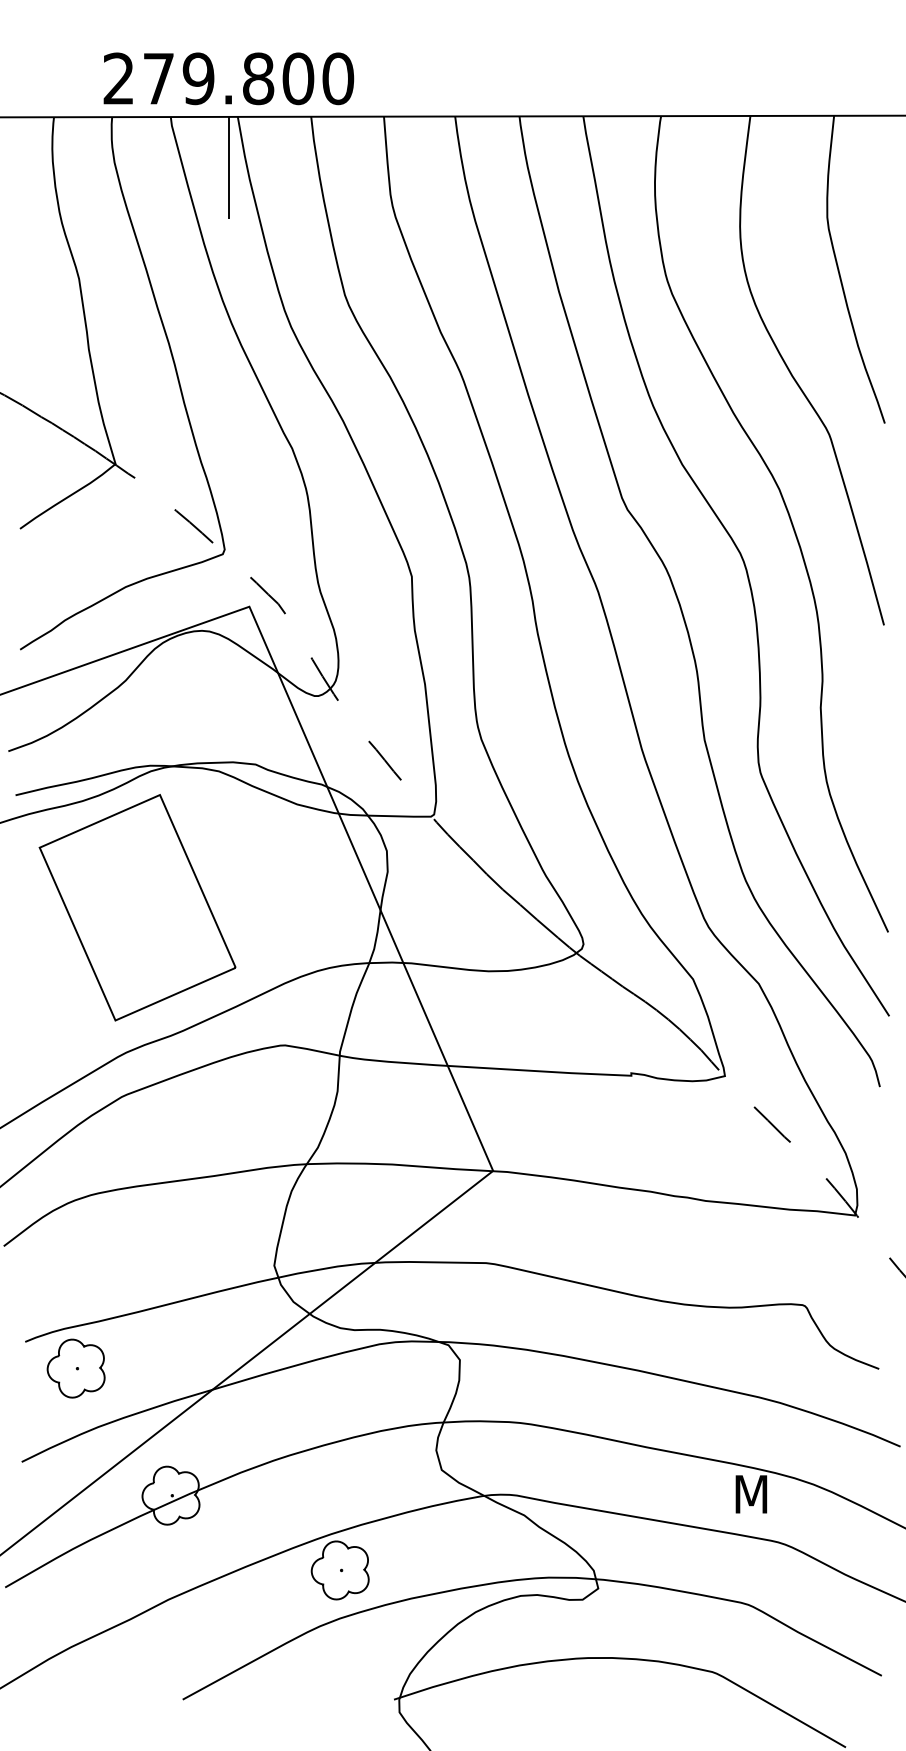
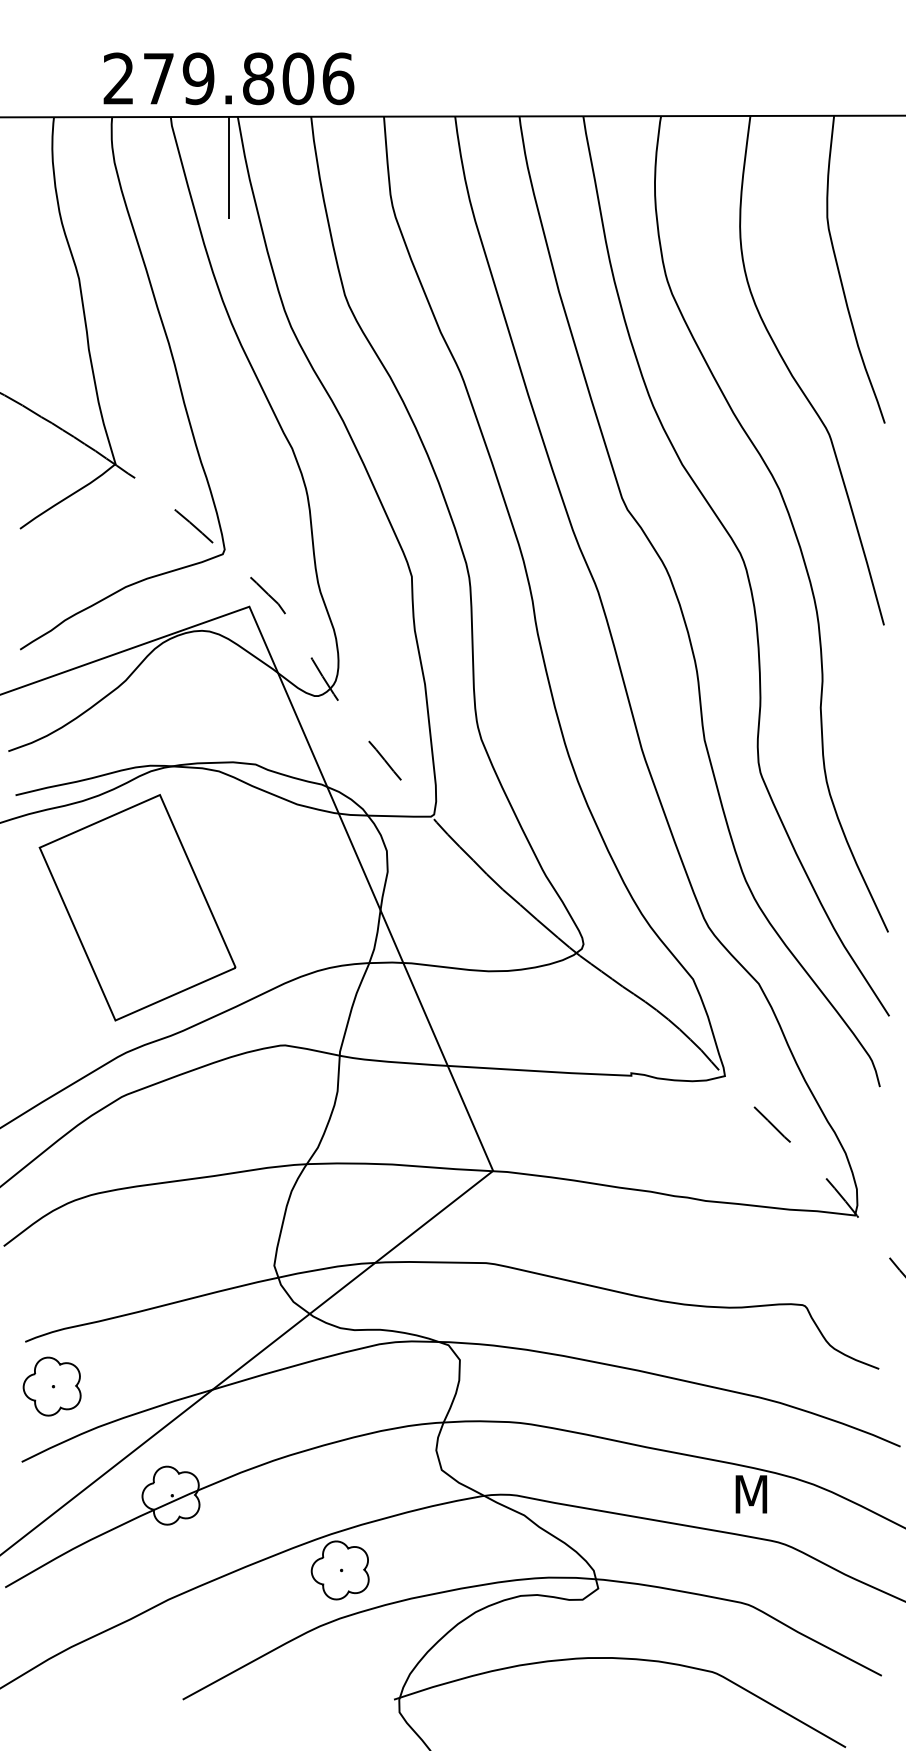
text at (338, 78): 279.800 -> 279.806
part at (75, 1368) position: (75, 1368) -> (51, 1386)
